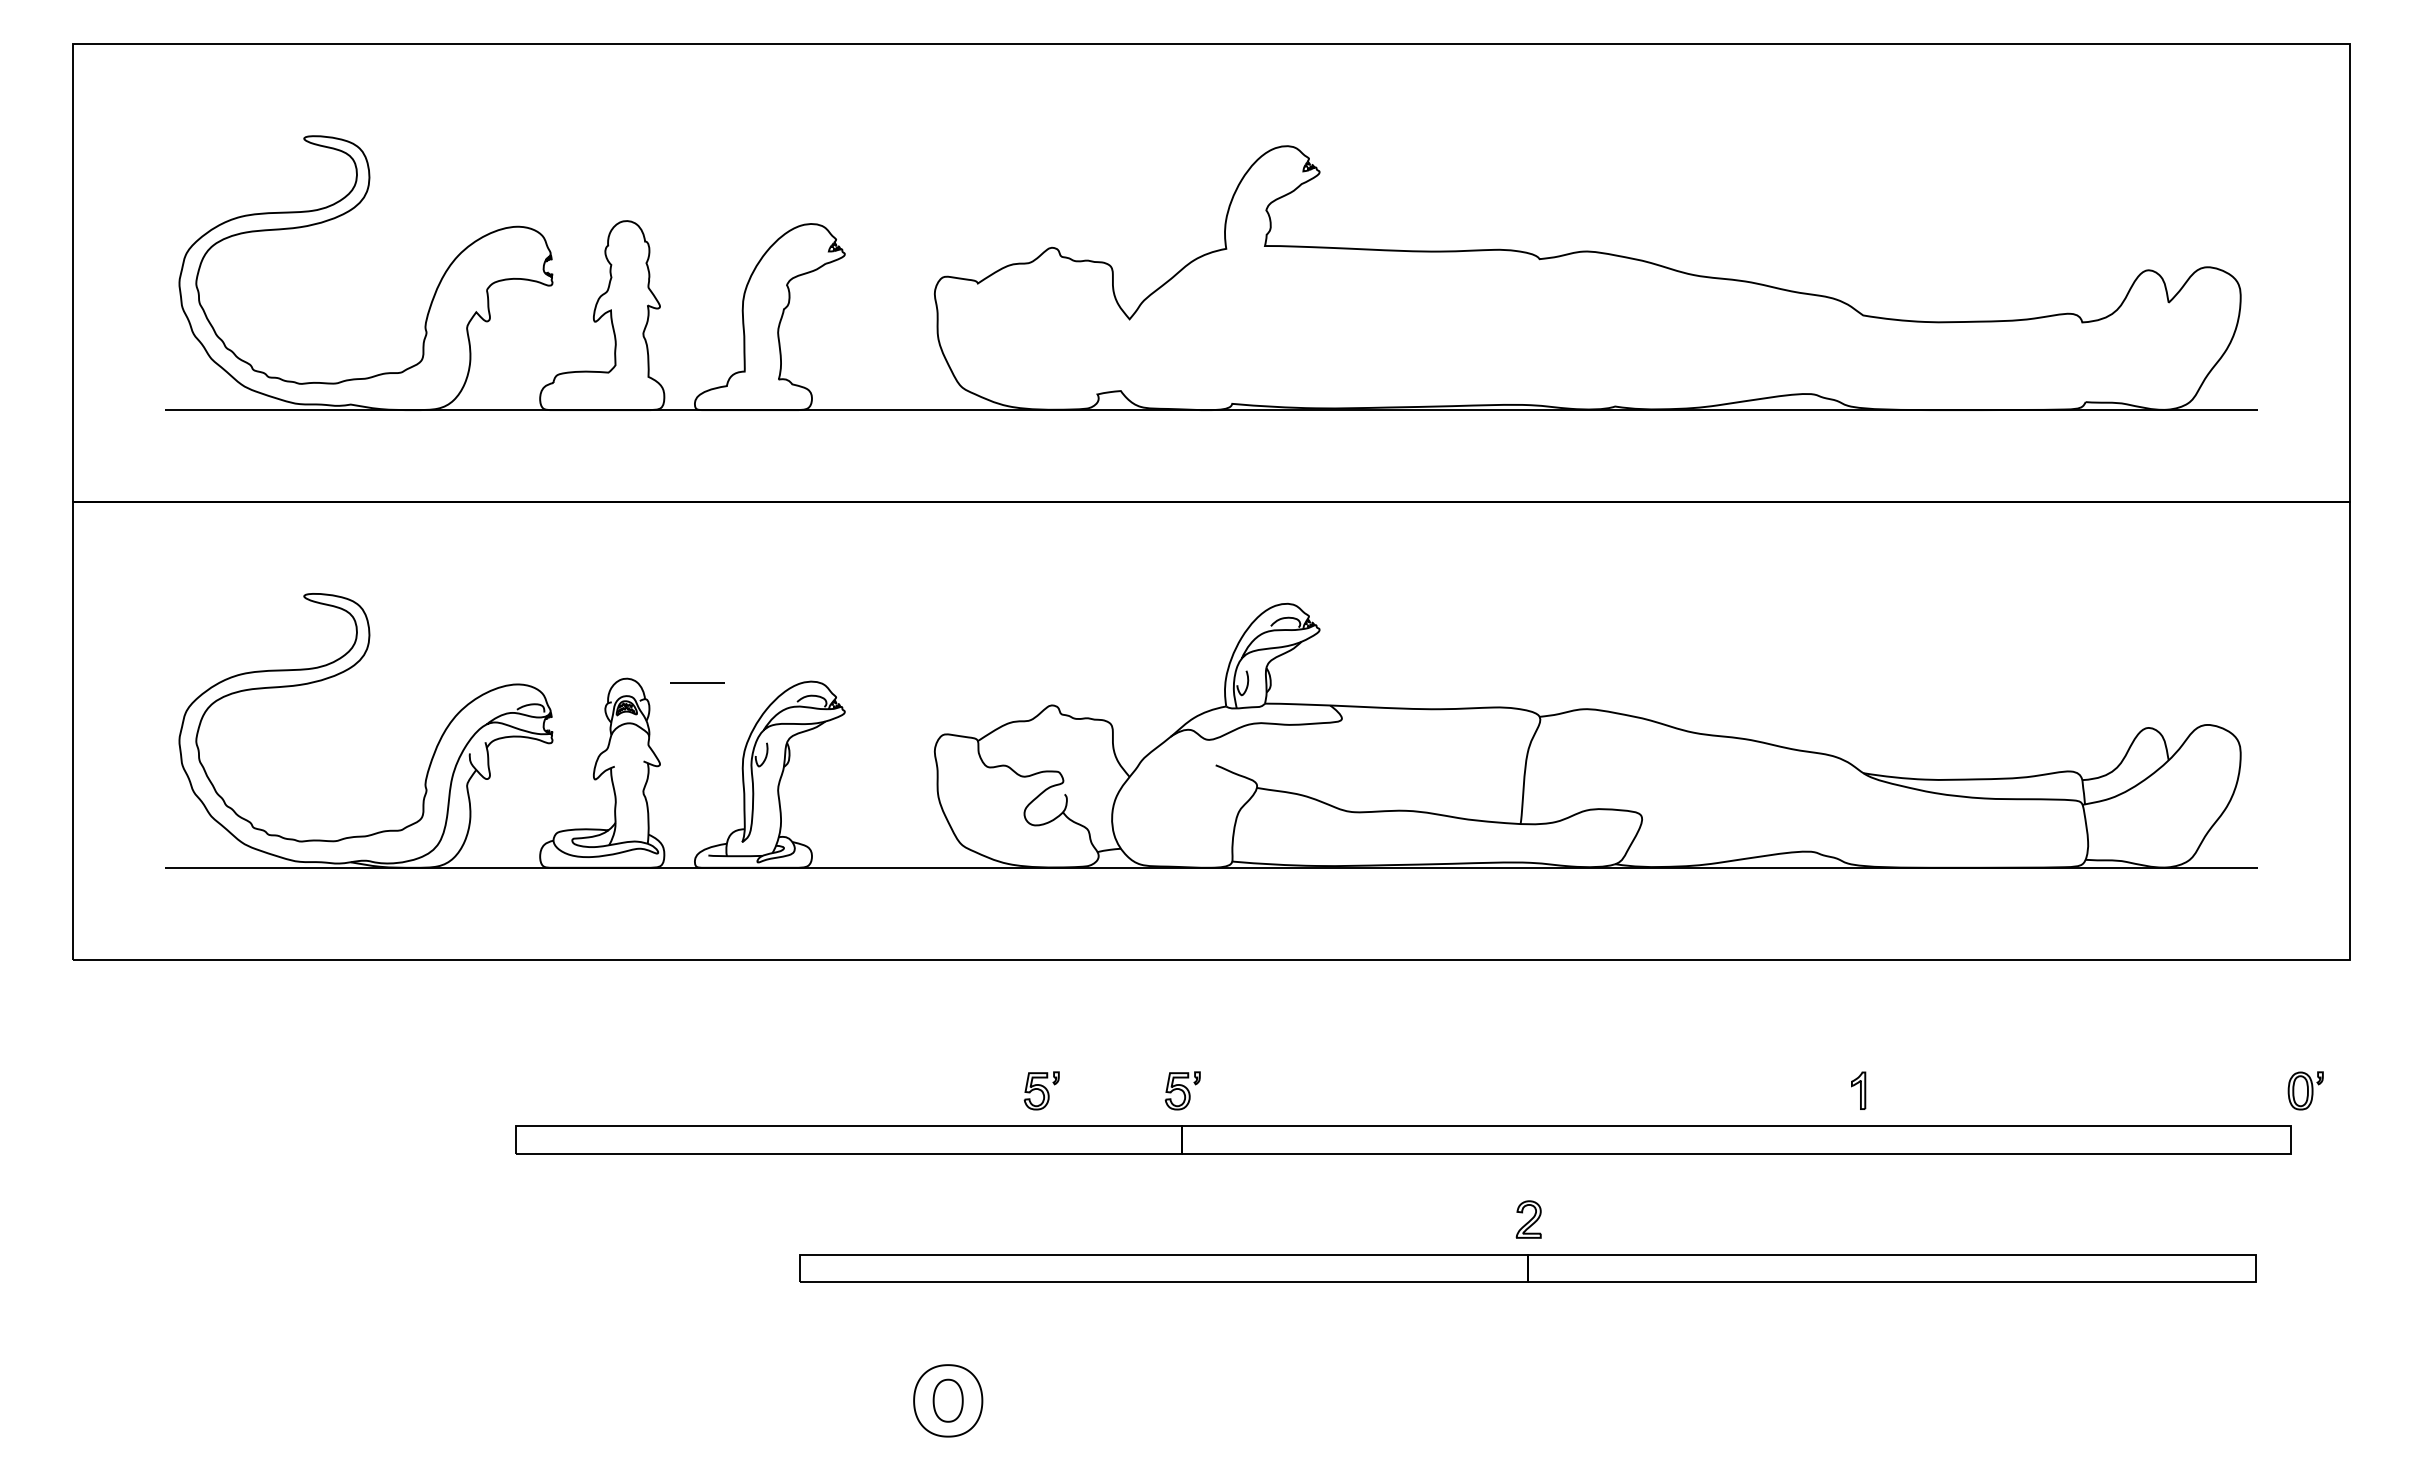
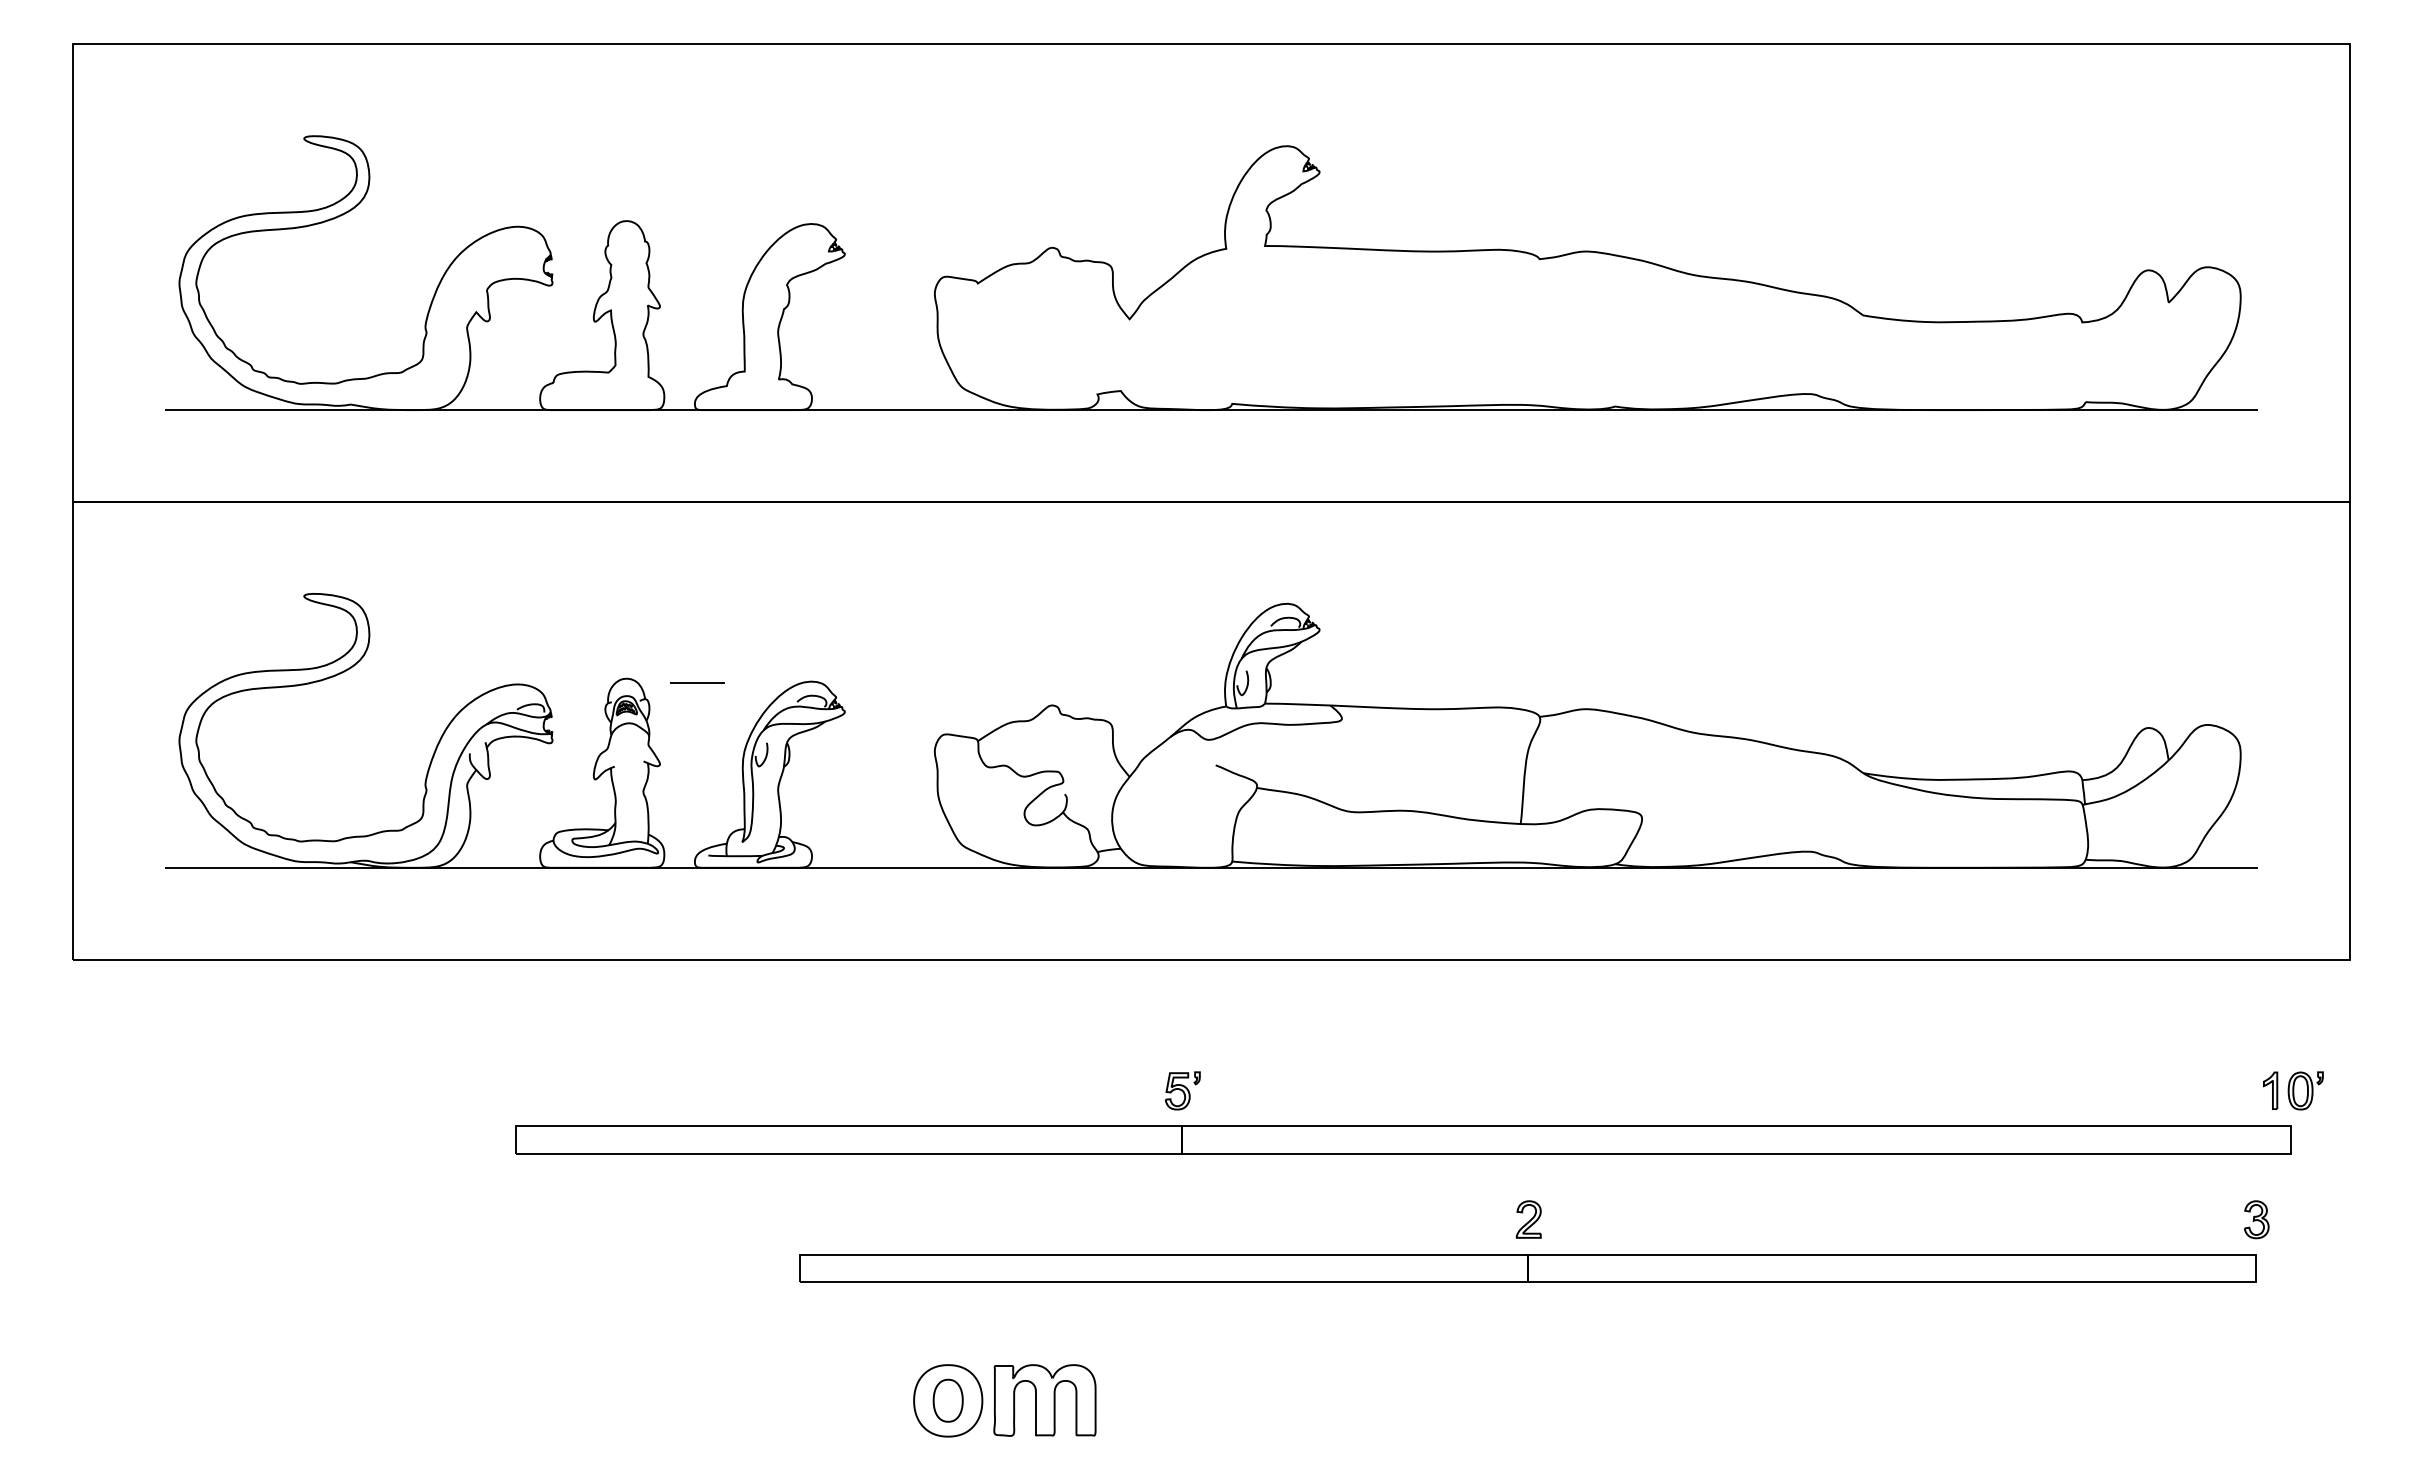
part at (1041, 1090): present -> none
part at (1858, 1090) position: (1858, 1090) -> (2270, 1090)
part at (2256, 1219): none -> present
part at (1044, 1400): none -> present
